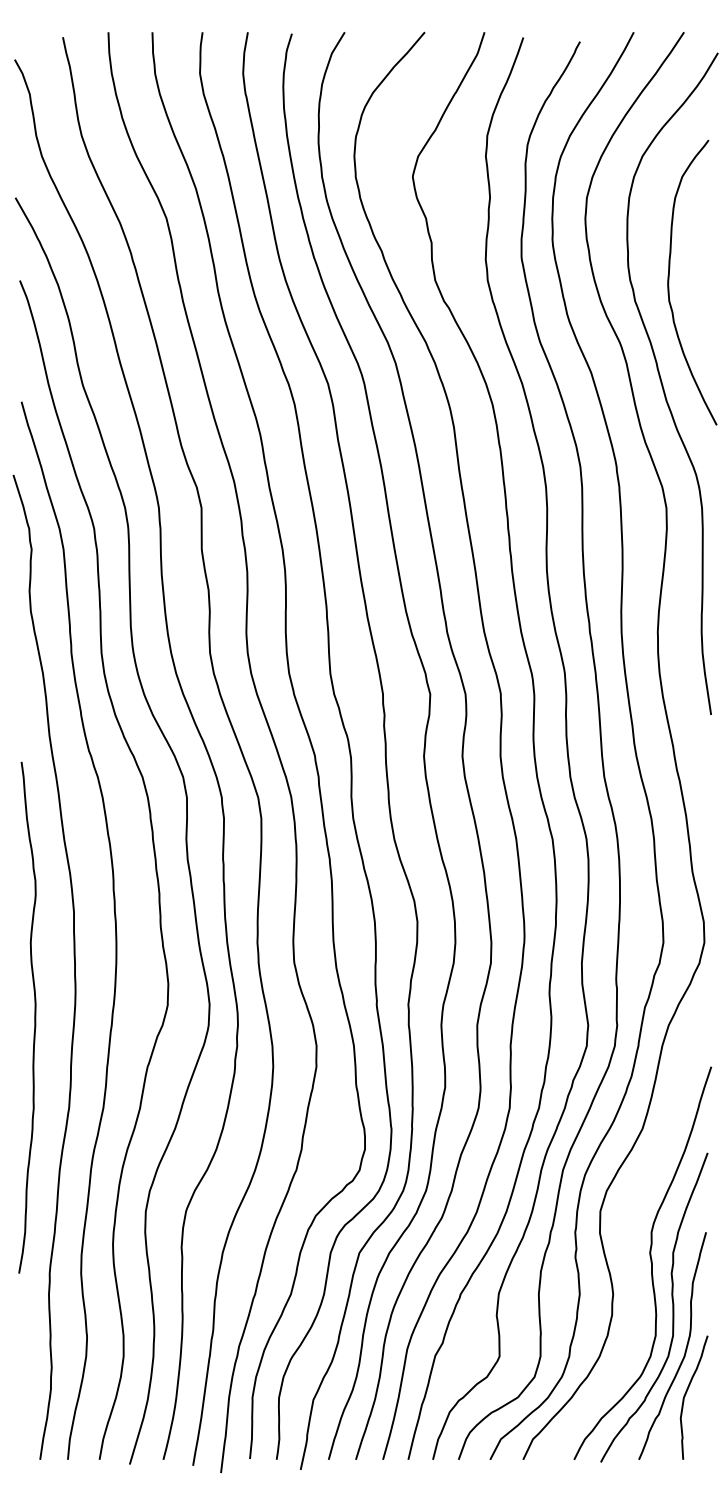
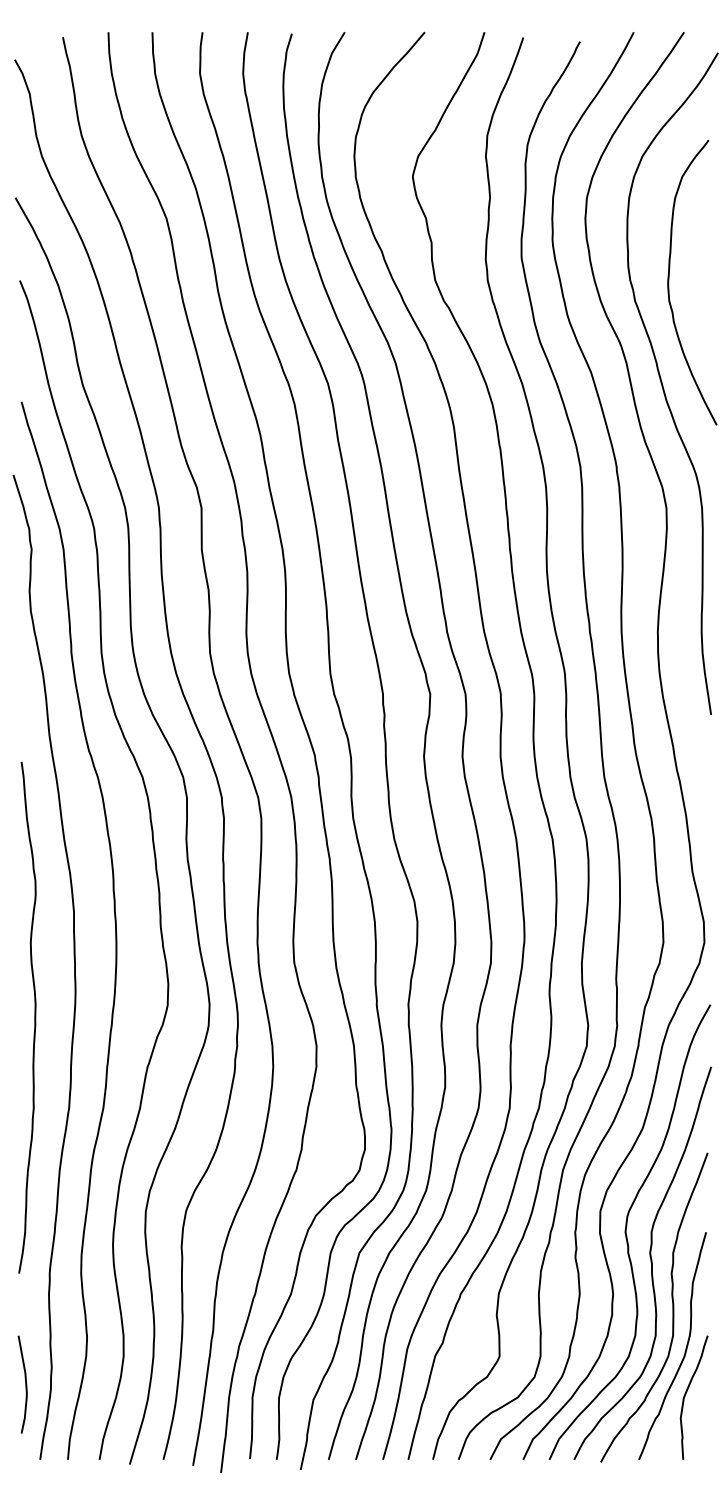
curve at (626, 1231): none -> present
curve at (25, 1384): none -> present
